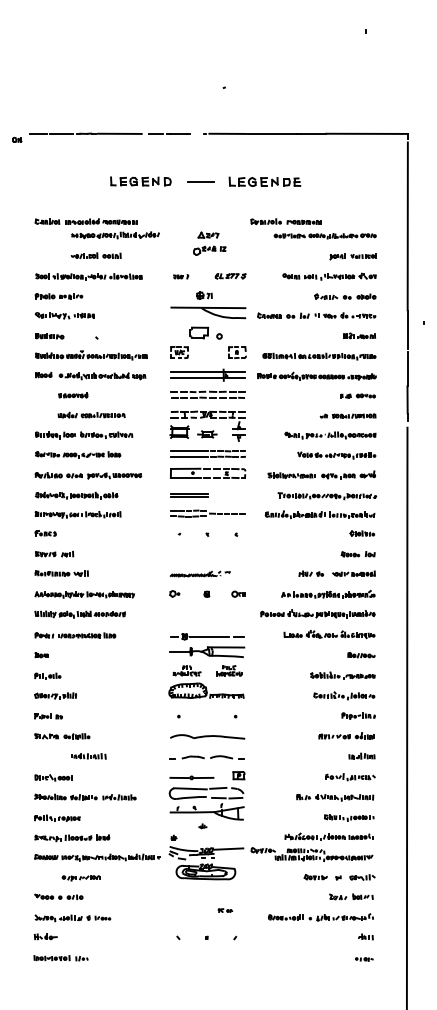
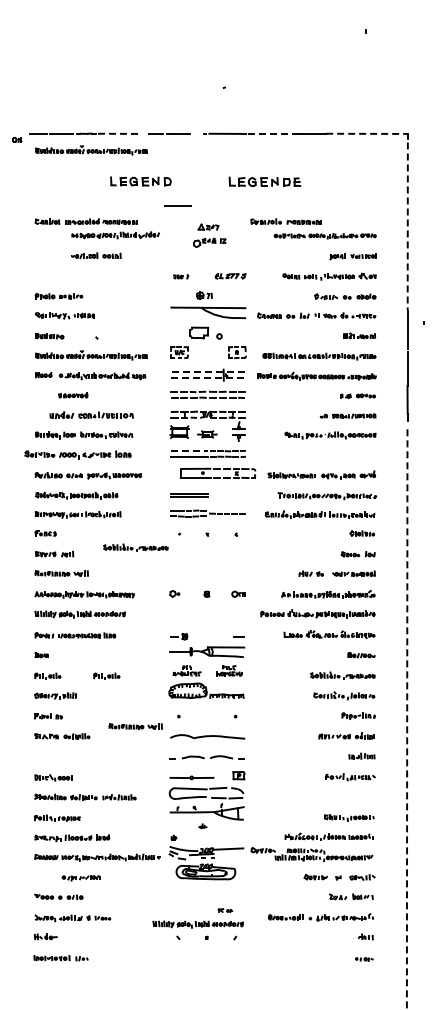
line at (119, 133): solid -> dashed
line at (273, 133): solid -> dashed
line at (367, 133): solid -> dashed
part at (91, 150): none -> present
line at (200, 181) position: (200, 181) -> (177, 205)
line at (407, 226): solid -> dashed
part at (209, 243) position: (209, 243) -> (209, 235)
part at (88, 276): present -> none
line at (207, 371): solid -> dashed
line at (208, 377): solid -> dashed
part at (91, 414) size: 69x8 px -> 85x9 px
line at (189, 451): solid -> dashed
part at (78, 454) size: 87x8 px -> 108x10 px
part at (336, 455): present -> none
part at (208, 472) position: (208, 472) -> (218, 472)
part at (135, 547): none -> present
part at (199, 573): present -> none
line at (209, 636): present -> none
part at (106, 675): none -> present
line at (407, 718): solid -> dashed
part at (135, 726): none -> present
part at (88, 756): present -> none
part at (335, 797): present -> none
part at (197, 924): none -> present
